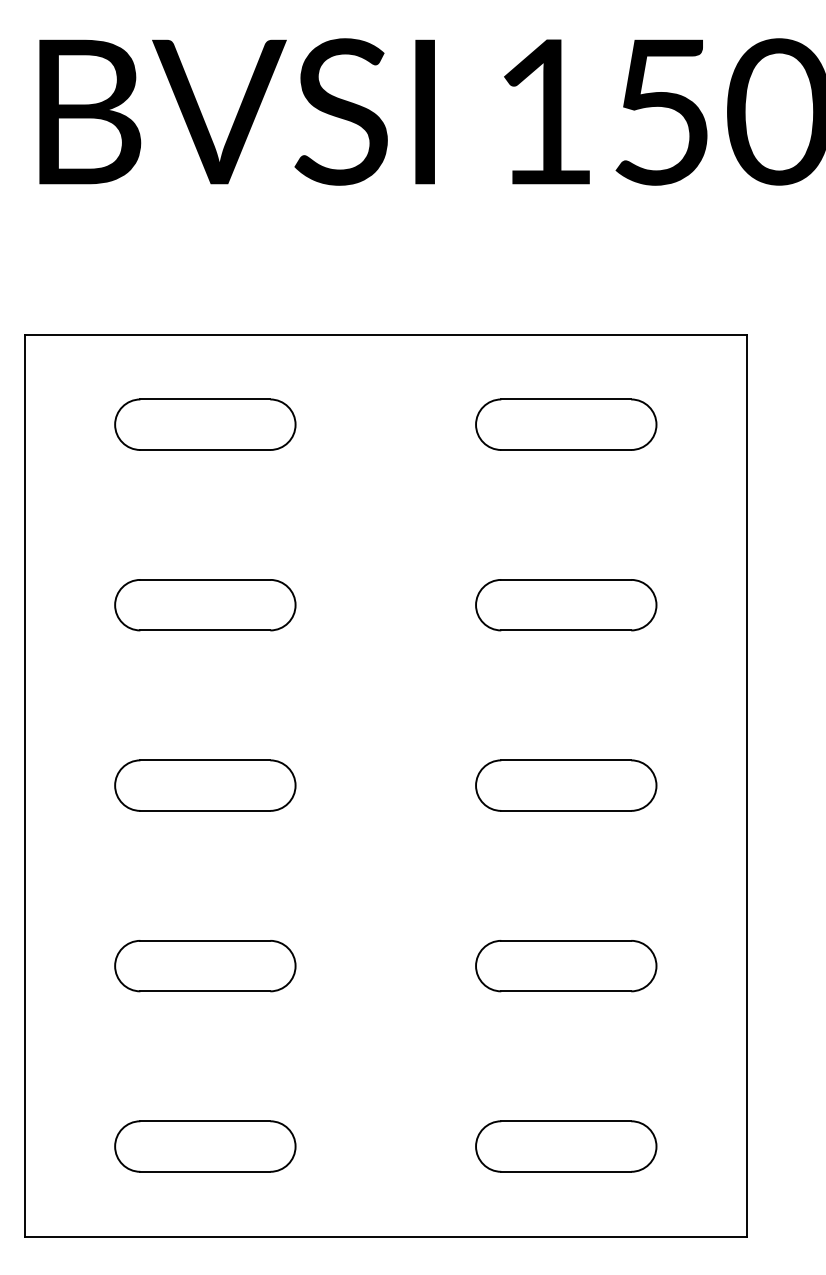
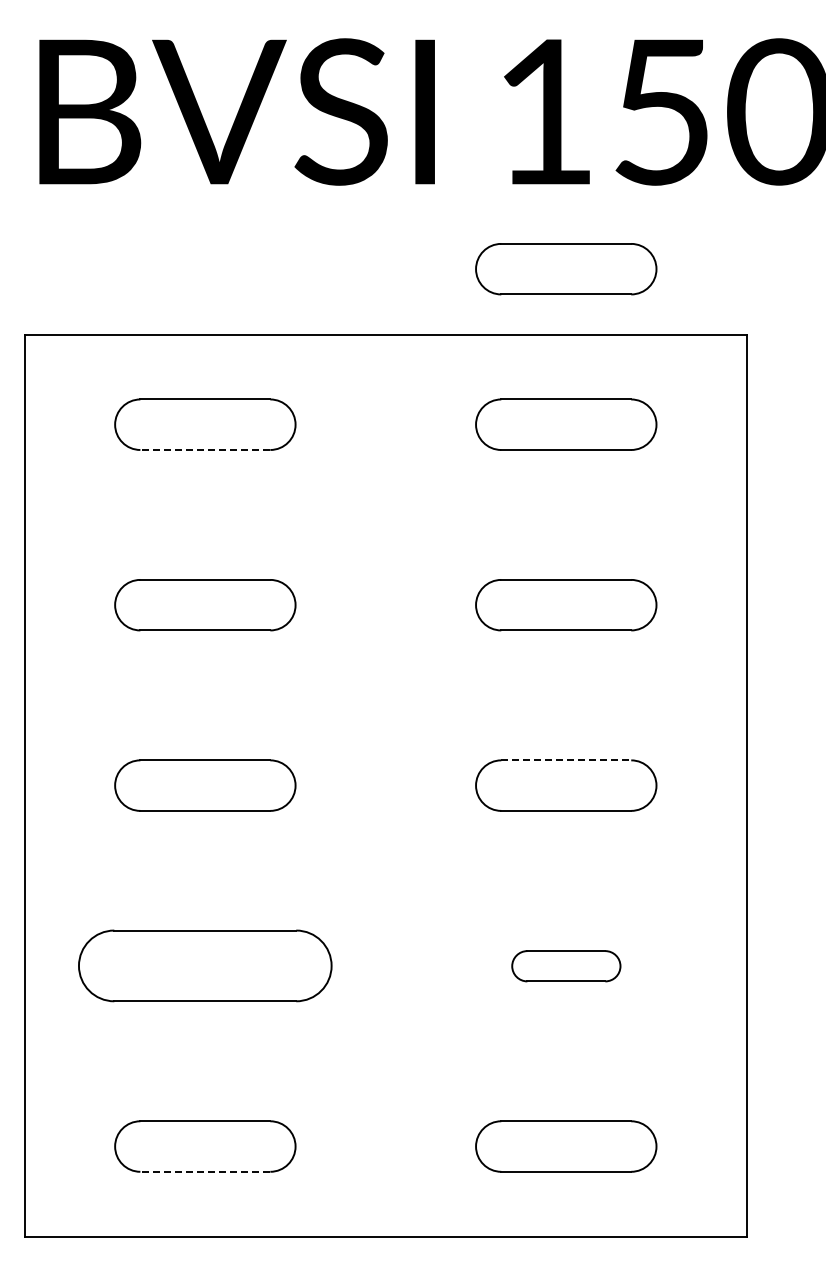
part at (566, 269): none -> present
line at (205, 449): solid -> dashed
line at (566, 760): solid -> dashed
part at (205, 966) size: 183x53 px -> 255x74 px
part at (566, 966) size: 183x53 px -> 111x33 px
line at (205, 1171): solid -> dashed
